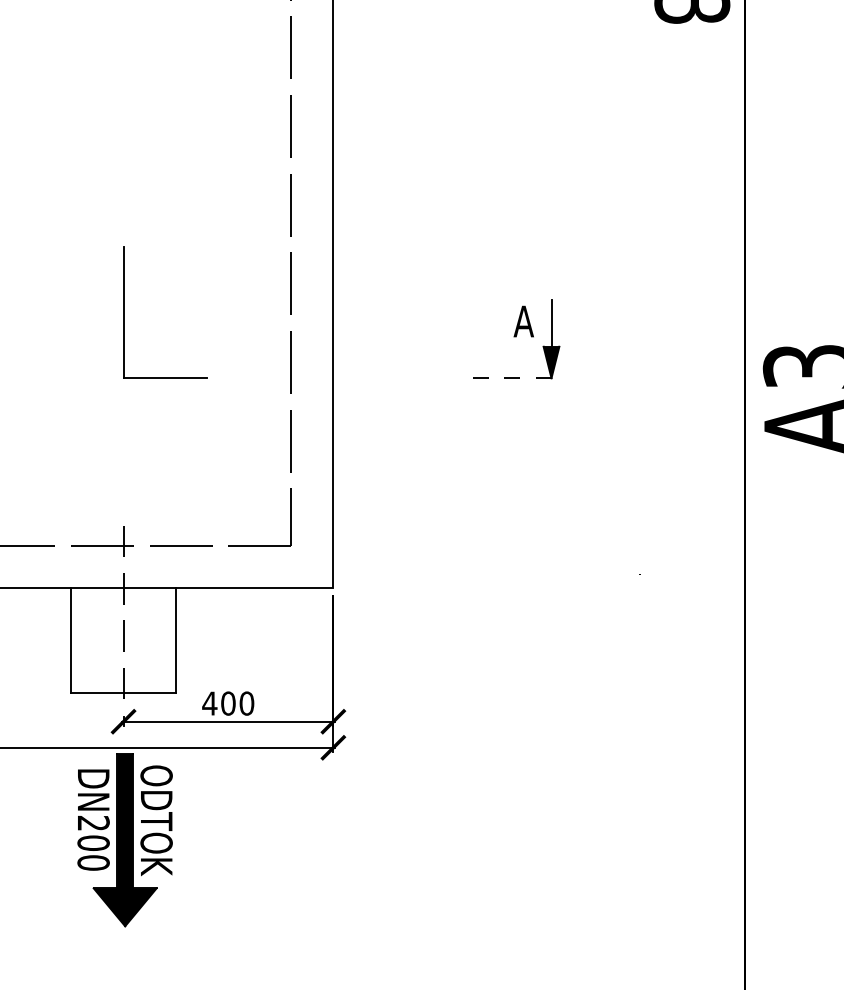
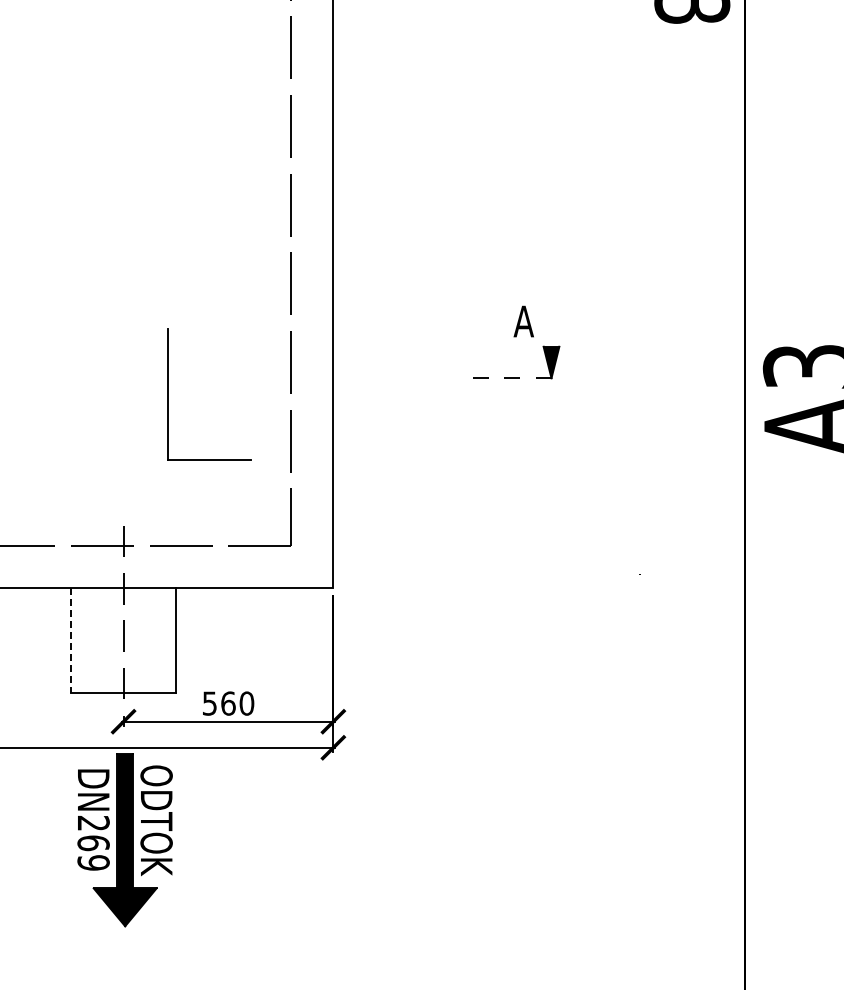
part at (124, 312) position: (124, 312) -> (168, 394)
line at (551, 322): present -> none
line at (71, 640): solid -> dashed
text at (218, 703): 400 -> 560
text at (93, 852): DN200 -> DN269
